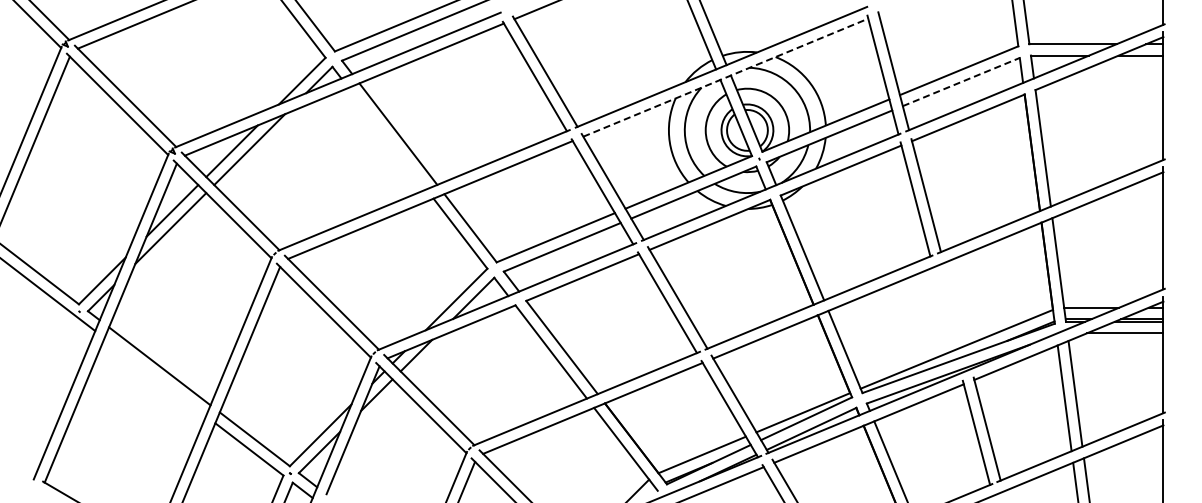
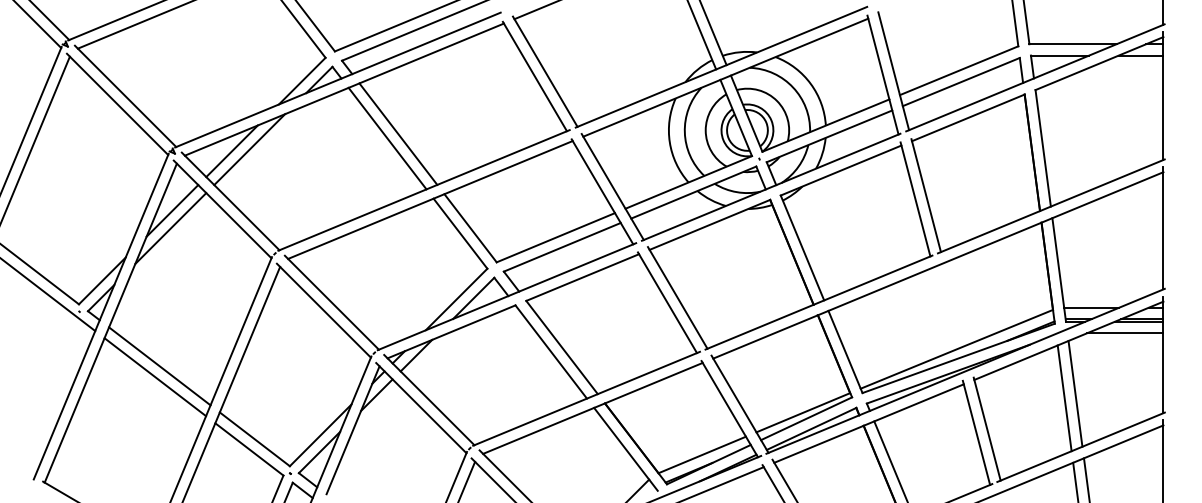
line at (726, 77): dashed -> solid
line at (961, 81): dashed -> solid
line at (387, 138): none -> present
line at (155, 377): none -> present
